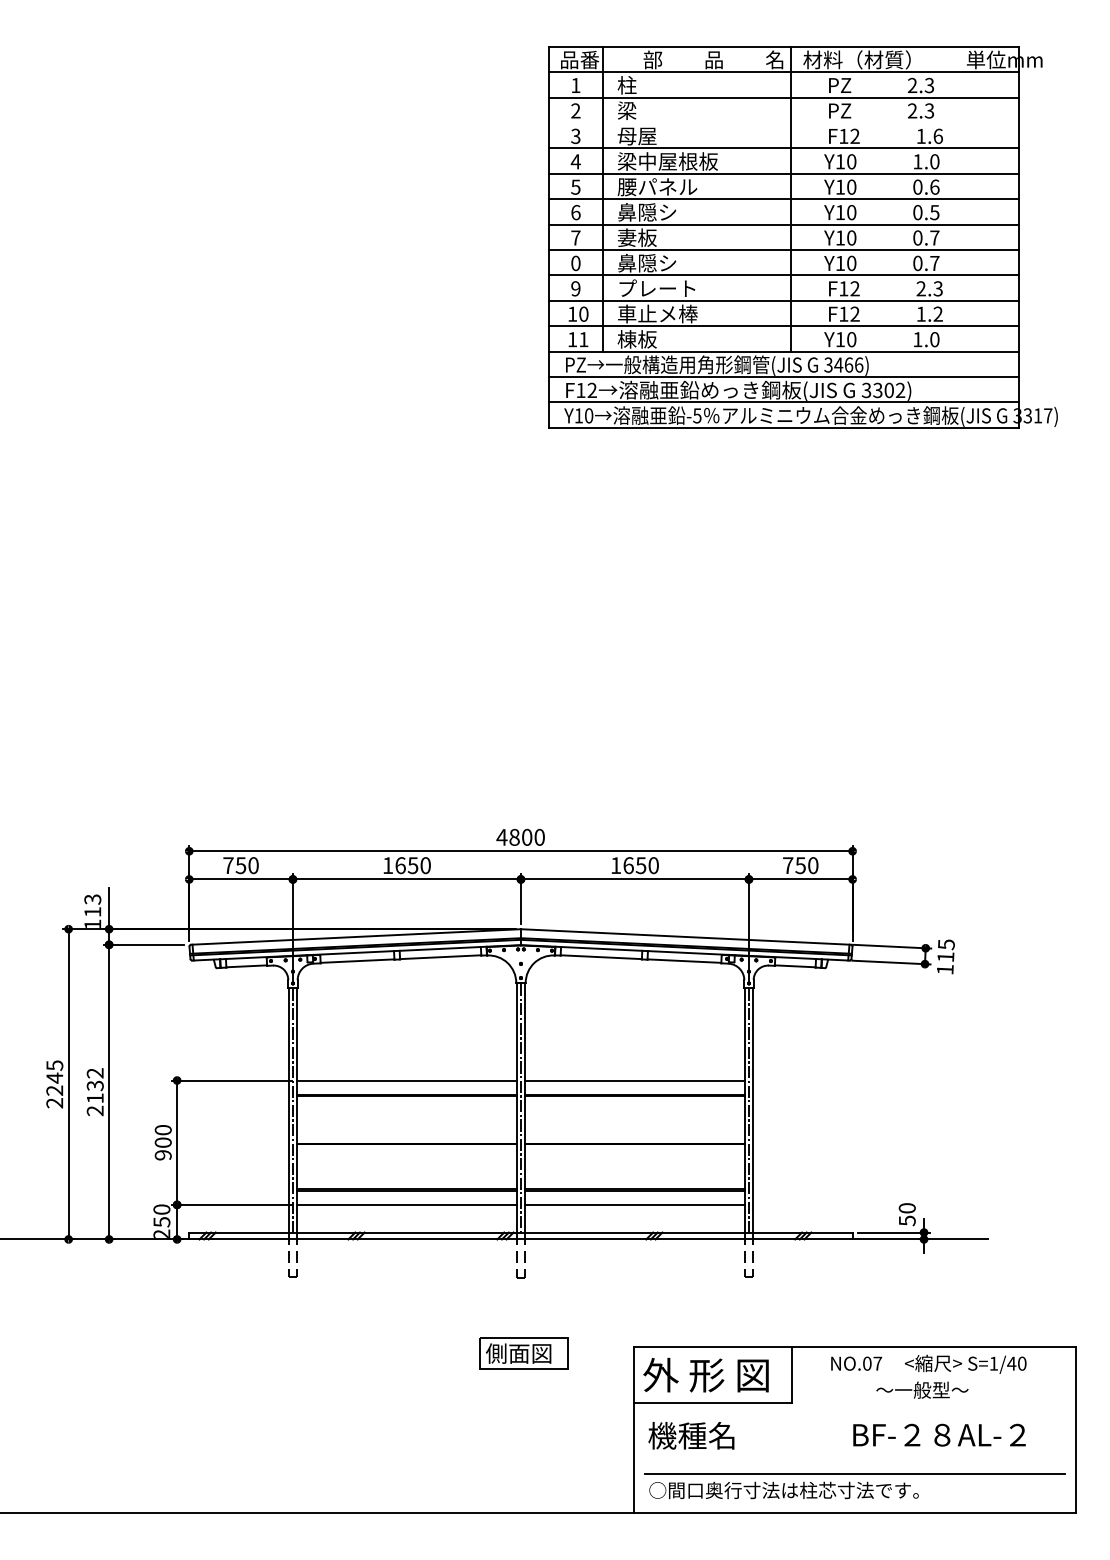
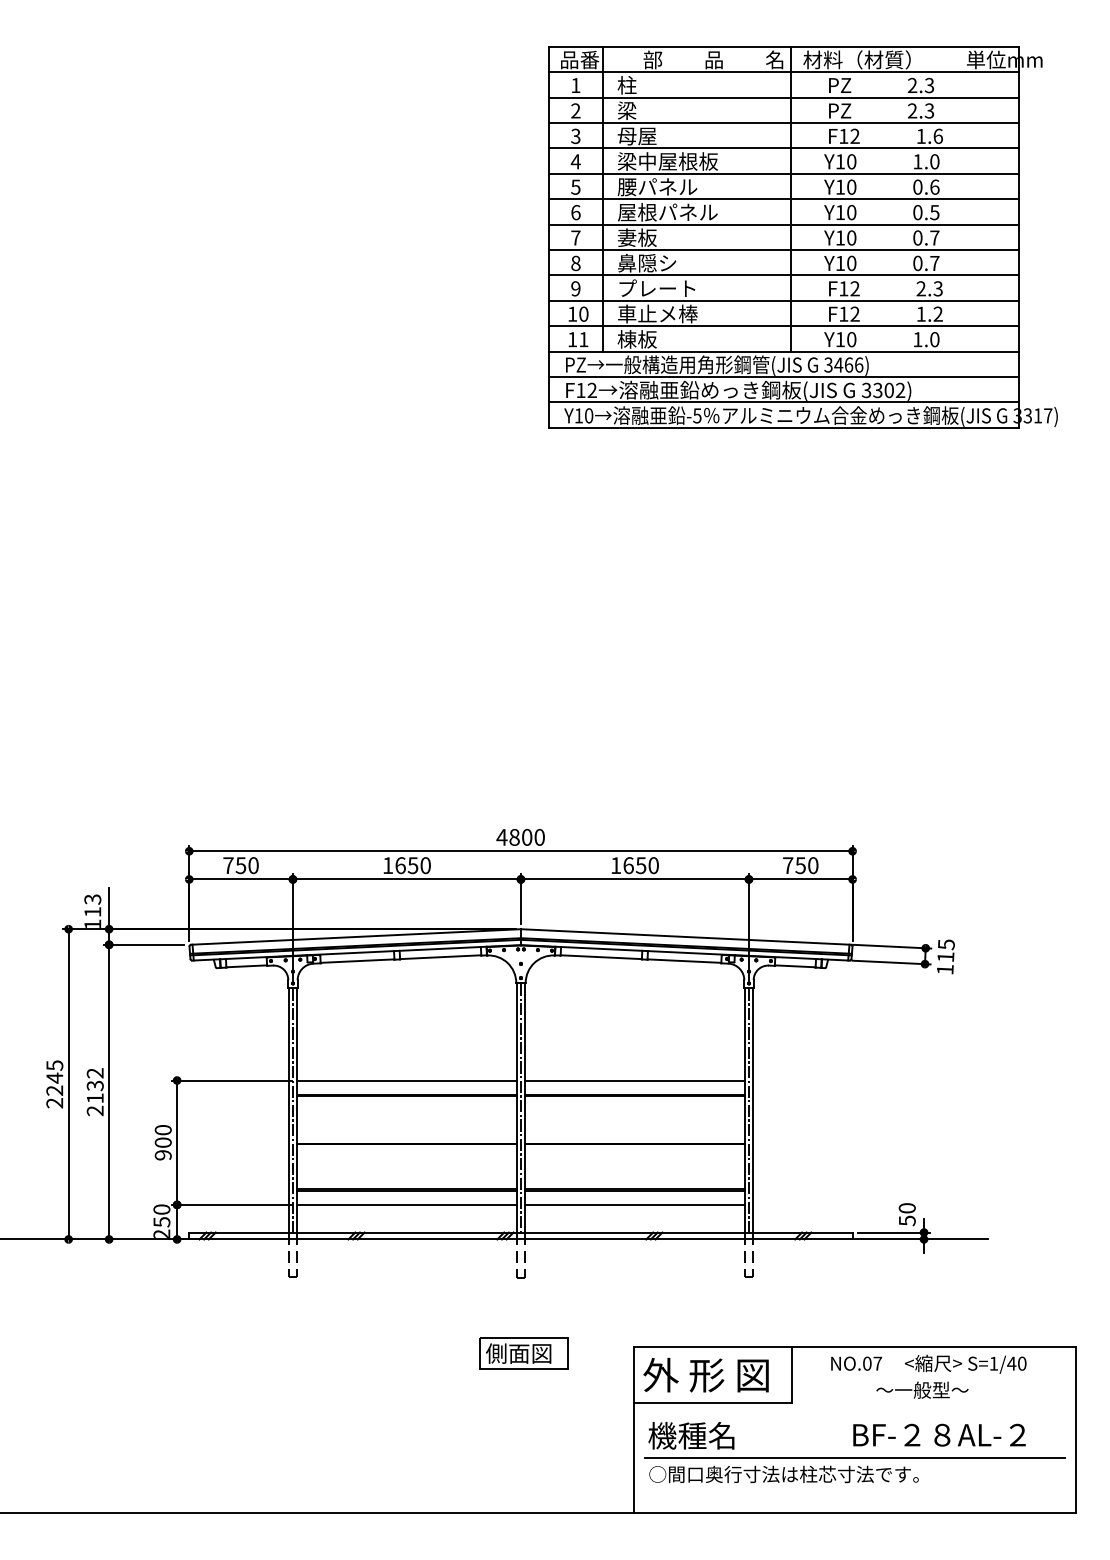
line at (783, 123): none -> present
text at (667, 212): 鼻隠シ -> 屋根パネル
text at (575, 263): 0 -> 8
part at (854, 1486) position: (854, 1486) -> (854, 1470)
